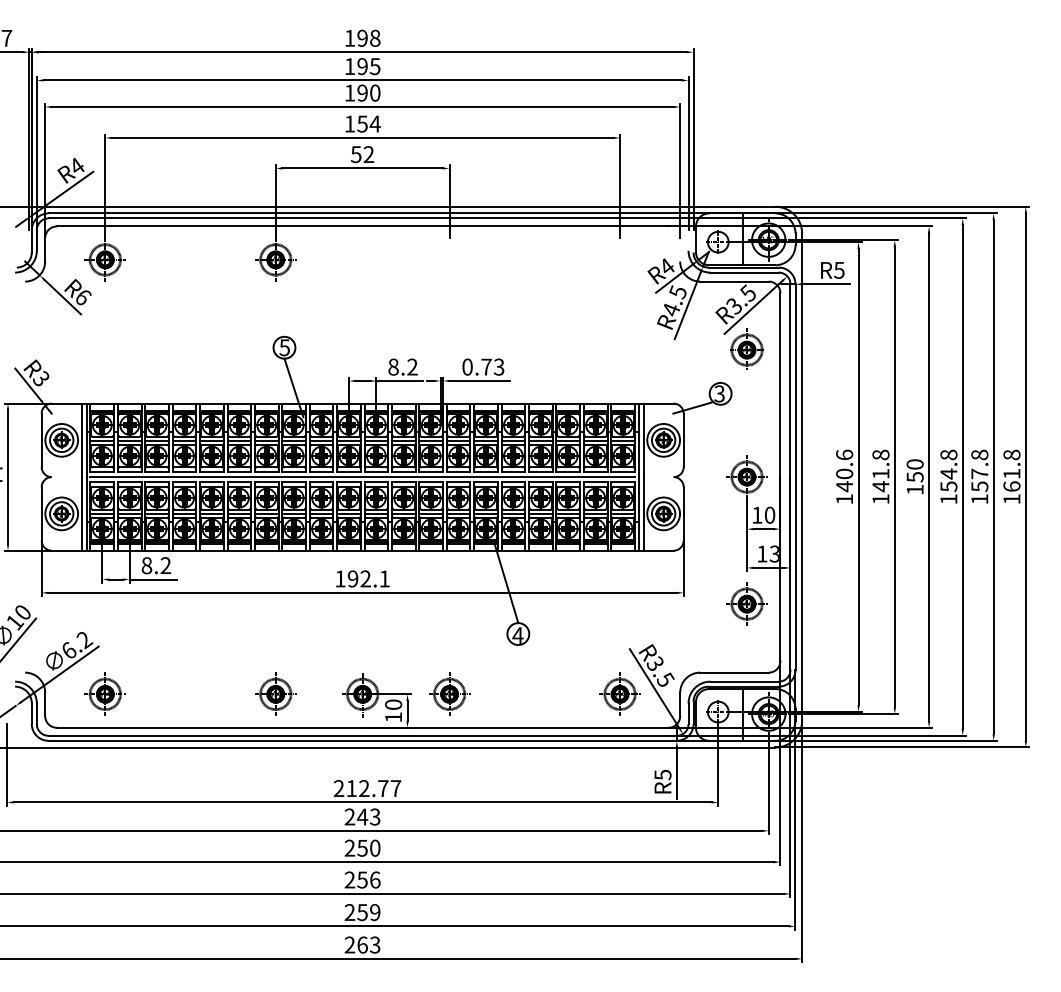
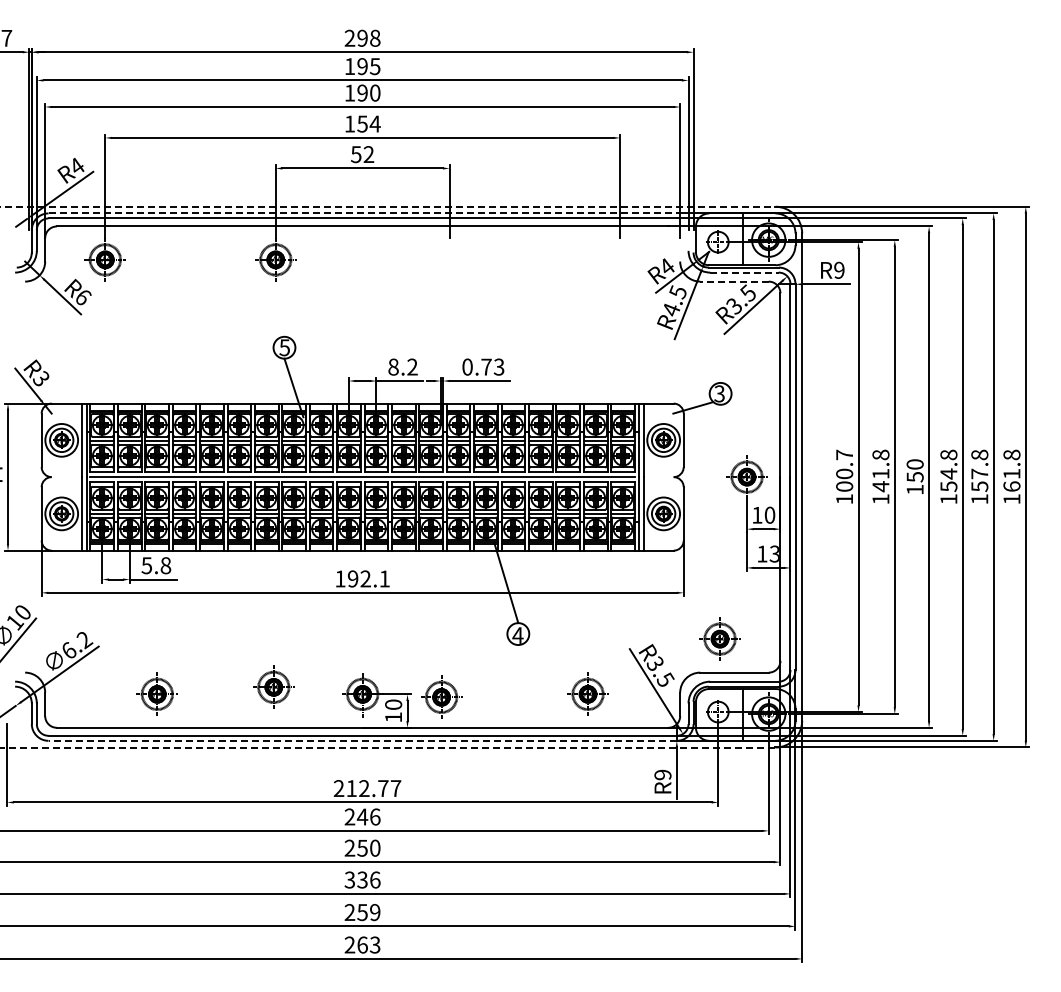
text at (349, 37): 198 -> 298
line at (388, 206): solid -> dashed
line at (363, 213): solid -> dashed
text at (839, 269): R5 -> R9
line at (745, 272): solid -> dashed
line at (734, 281): solid -> dashed
part at (746, 348): present -> none
text at (844, 470): 140.6 -> 100.7
text at (156, 565): 8.2 -> 5.8
part at (746, 603) position: (746, 603) -> (719, 638)
part at (104, 693) position: (104, 693) -> (156, 693)
part at (275, 693) position: (275, 693) -> (273, 686)
part at (449, 693) position: (449, 693) -> (441, 696)
part at (619, 693) position: (619, 693) -> (587, 693)
line at (362, 740): solid -> dashed
line at (387, 747): solid -> dashed
text at (662, 774): R5 -> R9
text at (374, 816): 243 -> 246
text at (355, 879): 256 -> 336
